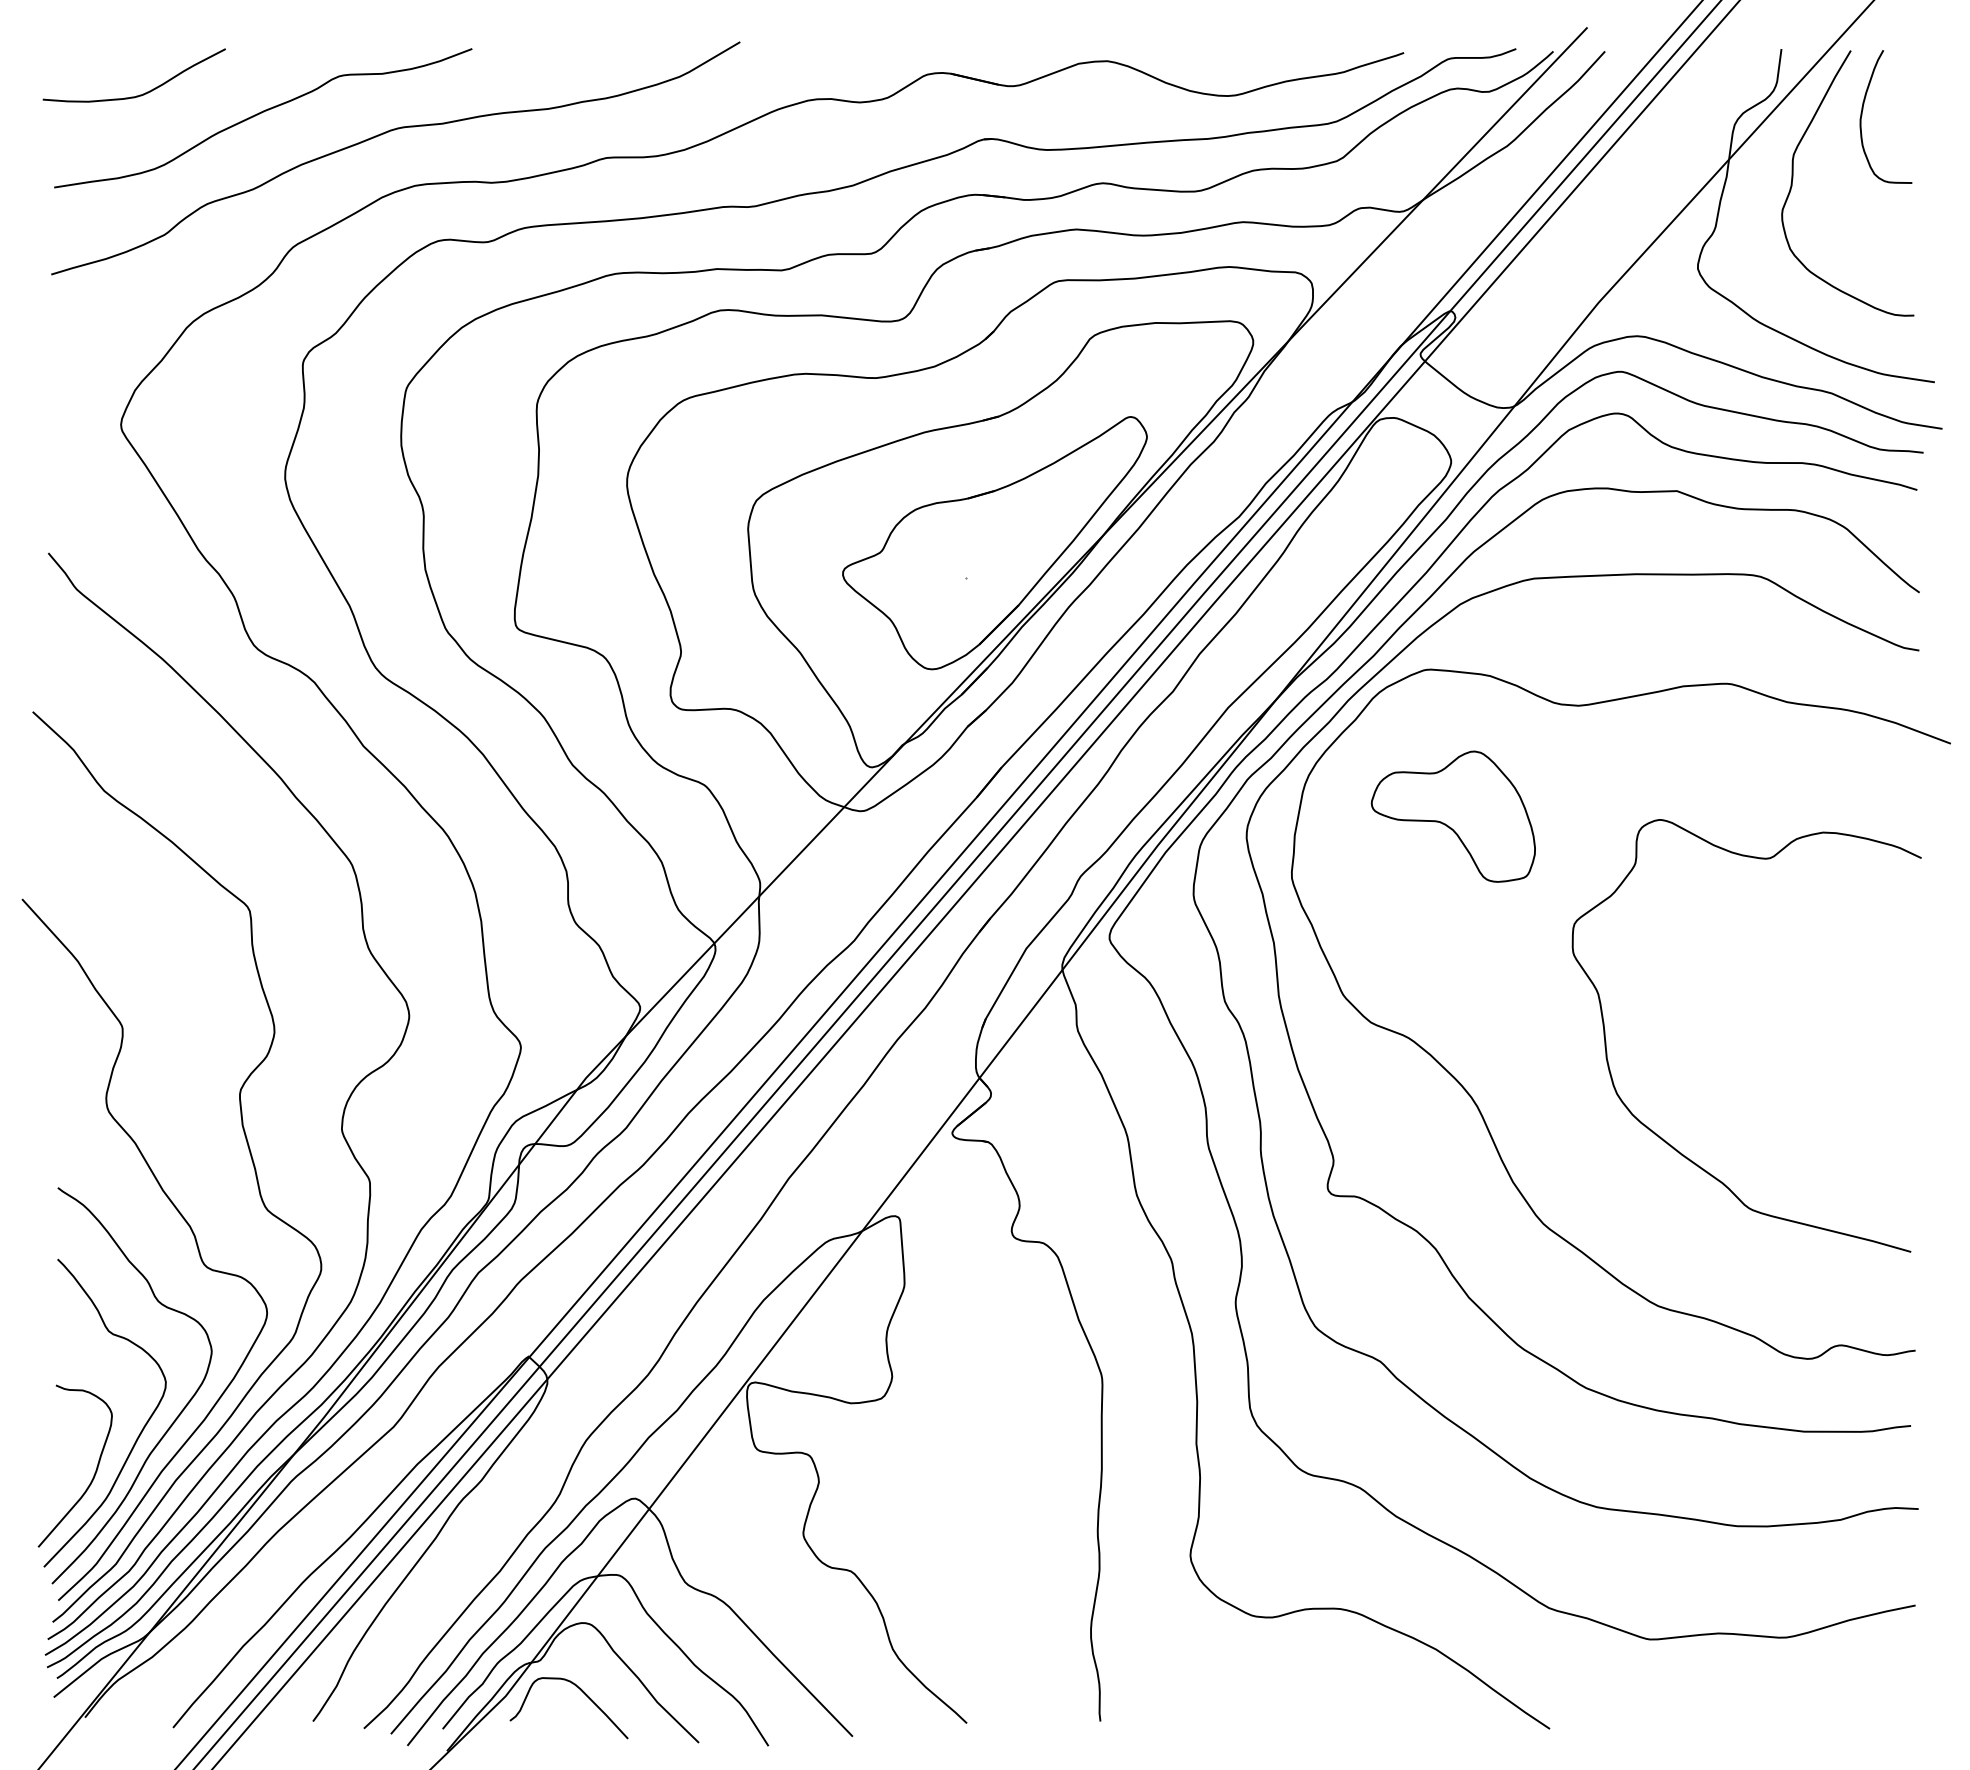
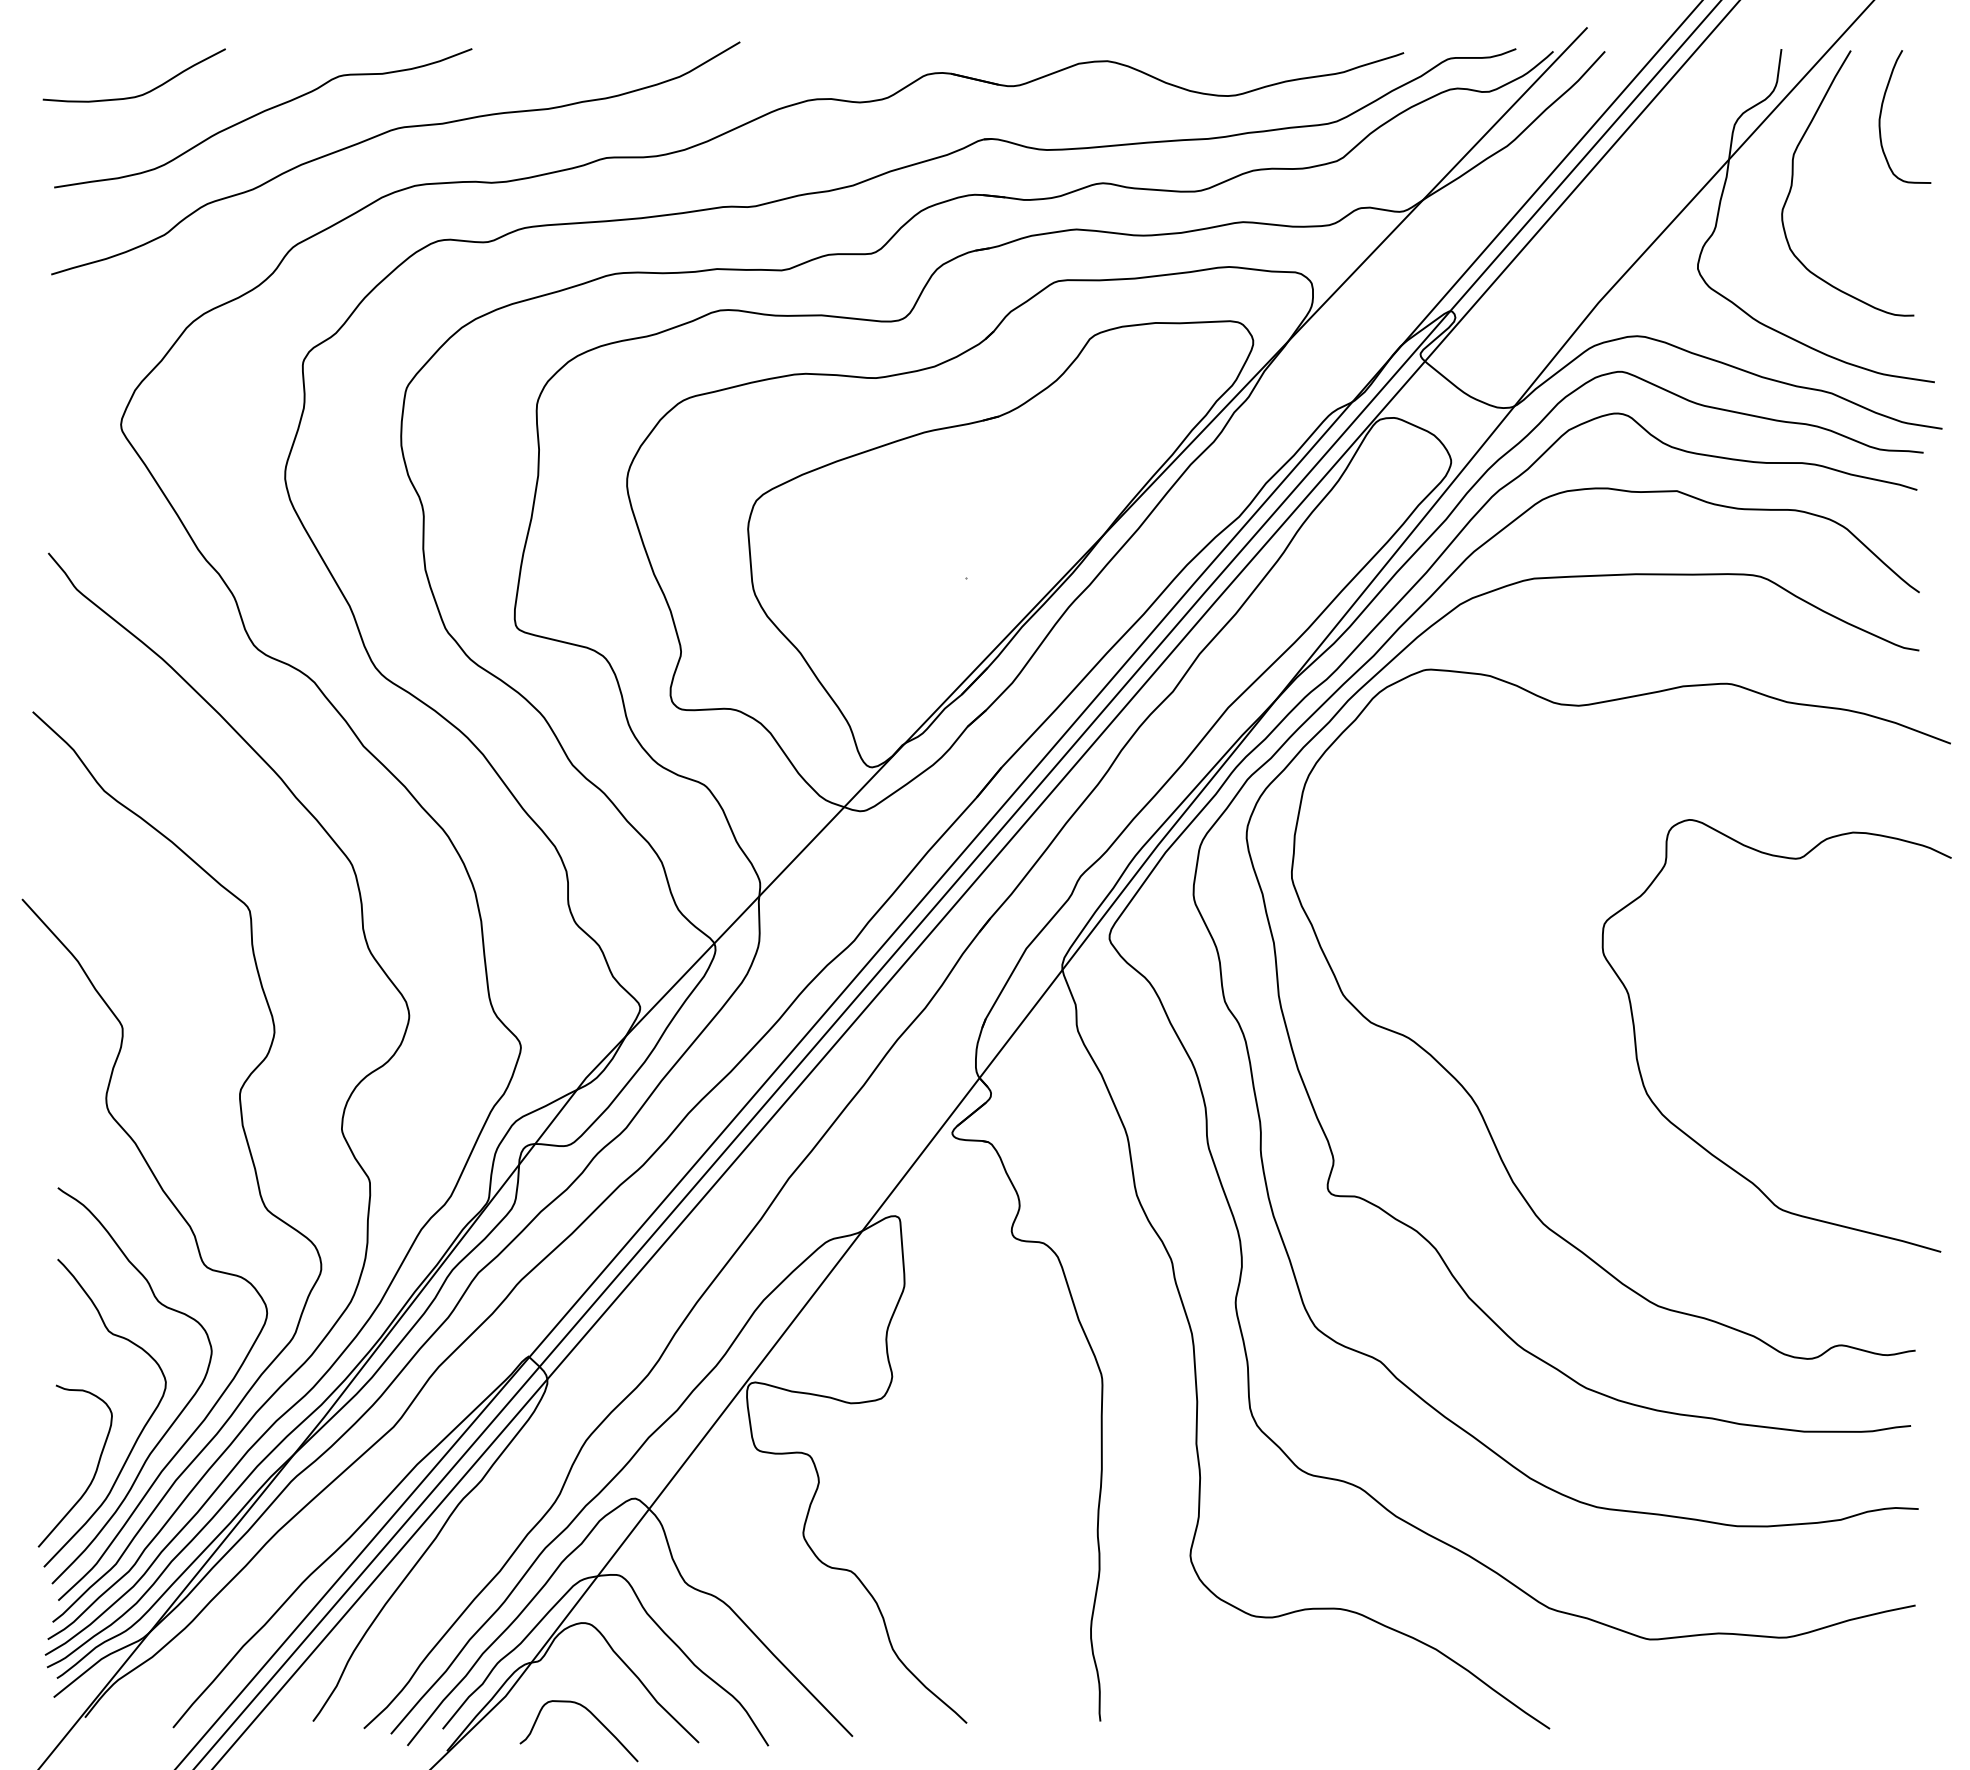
curve at (1863, 110) position: (1863, 110) -> (1882, 110)
part at (994, 543): present -> none
part at (1452, 816): present -> none
curve at (1668, 1142) position: (1668, 1142) -> (1698, 1142)
curve at (583, 1693) position: (583, 1693) -> (593, 1716)
